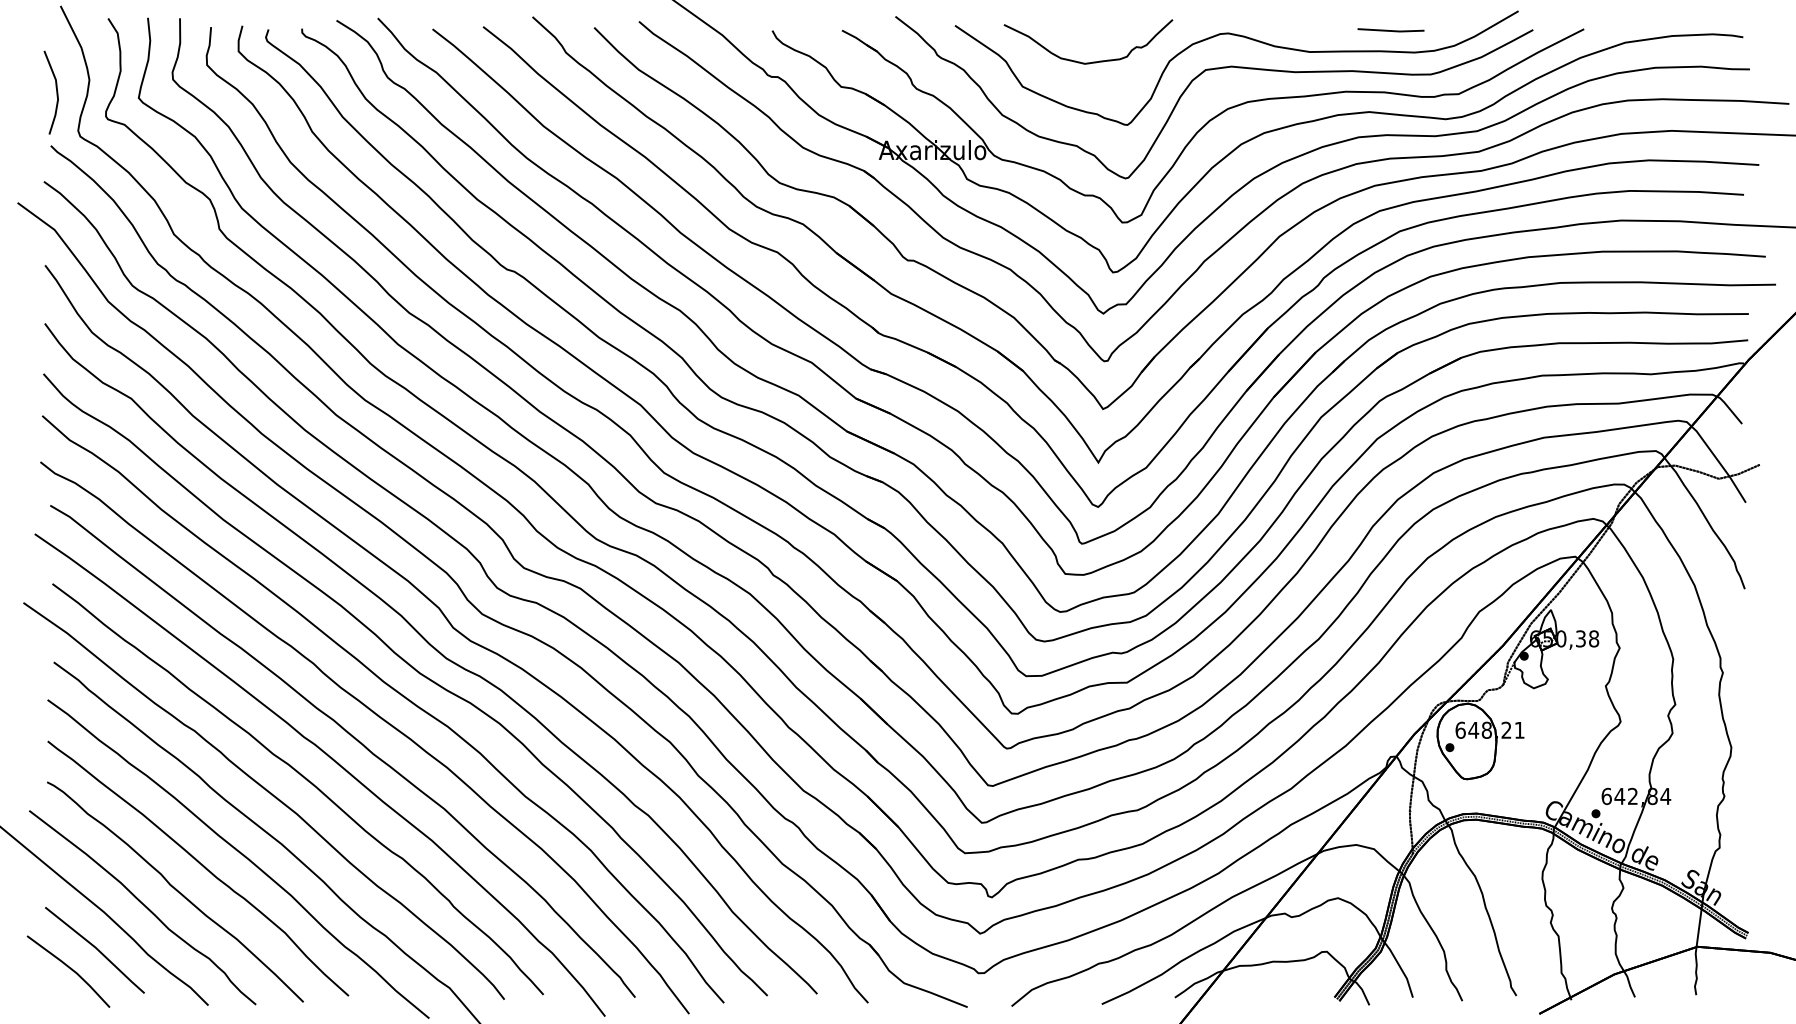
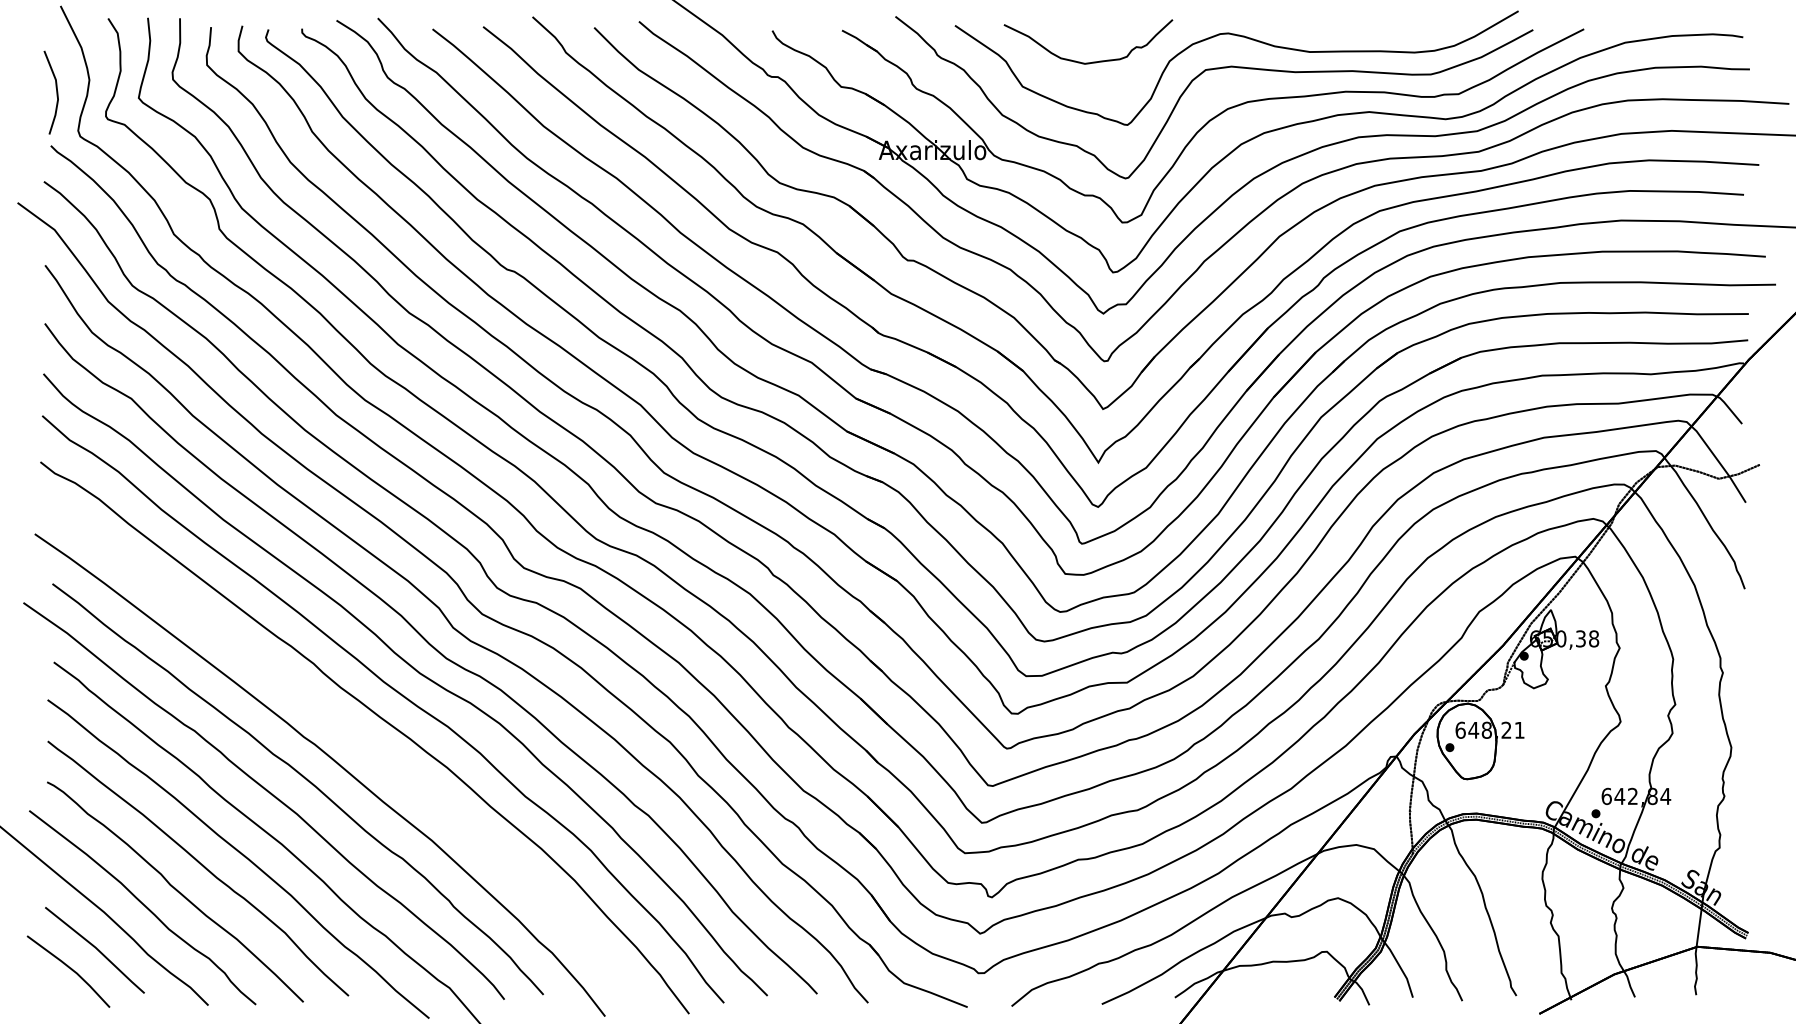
line at (1390, 30): present -> none
part at (354, 739): present -> none
